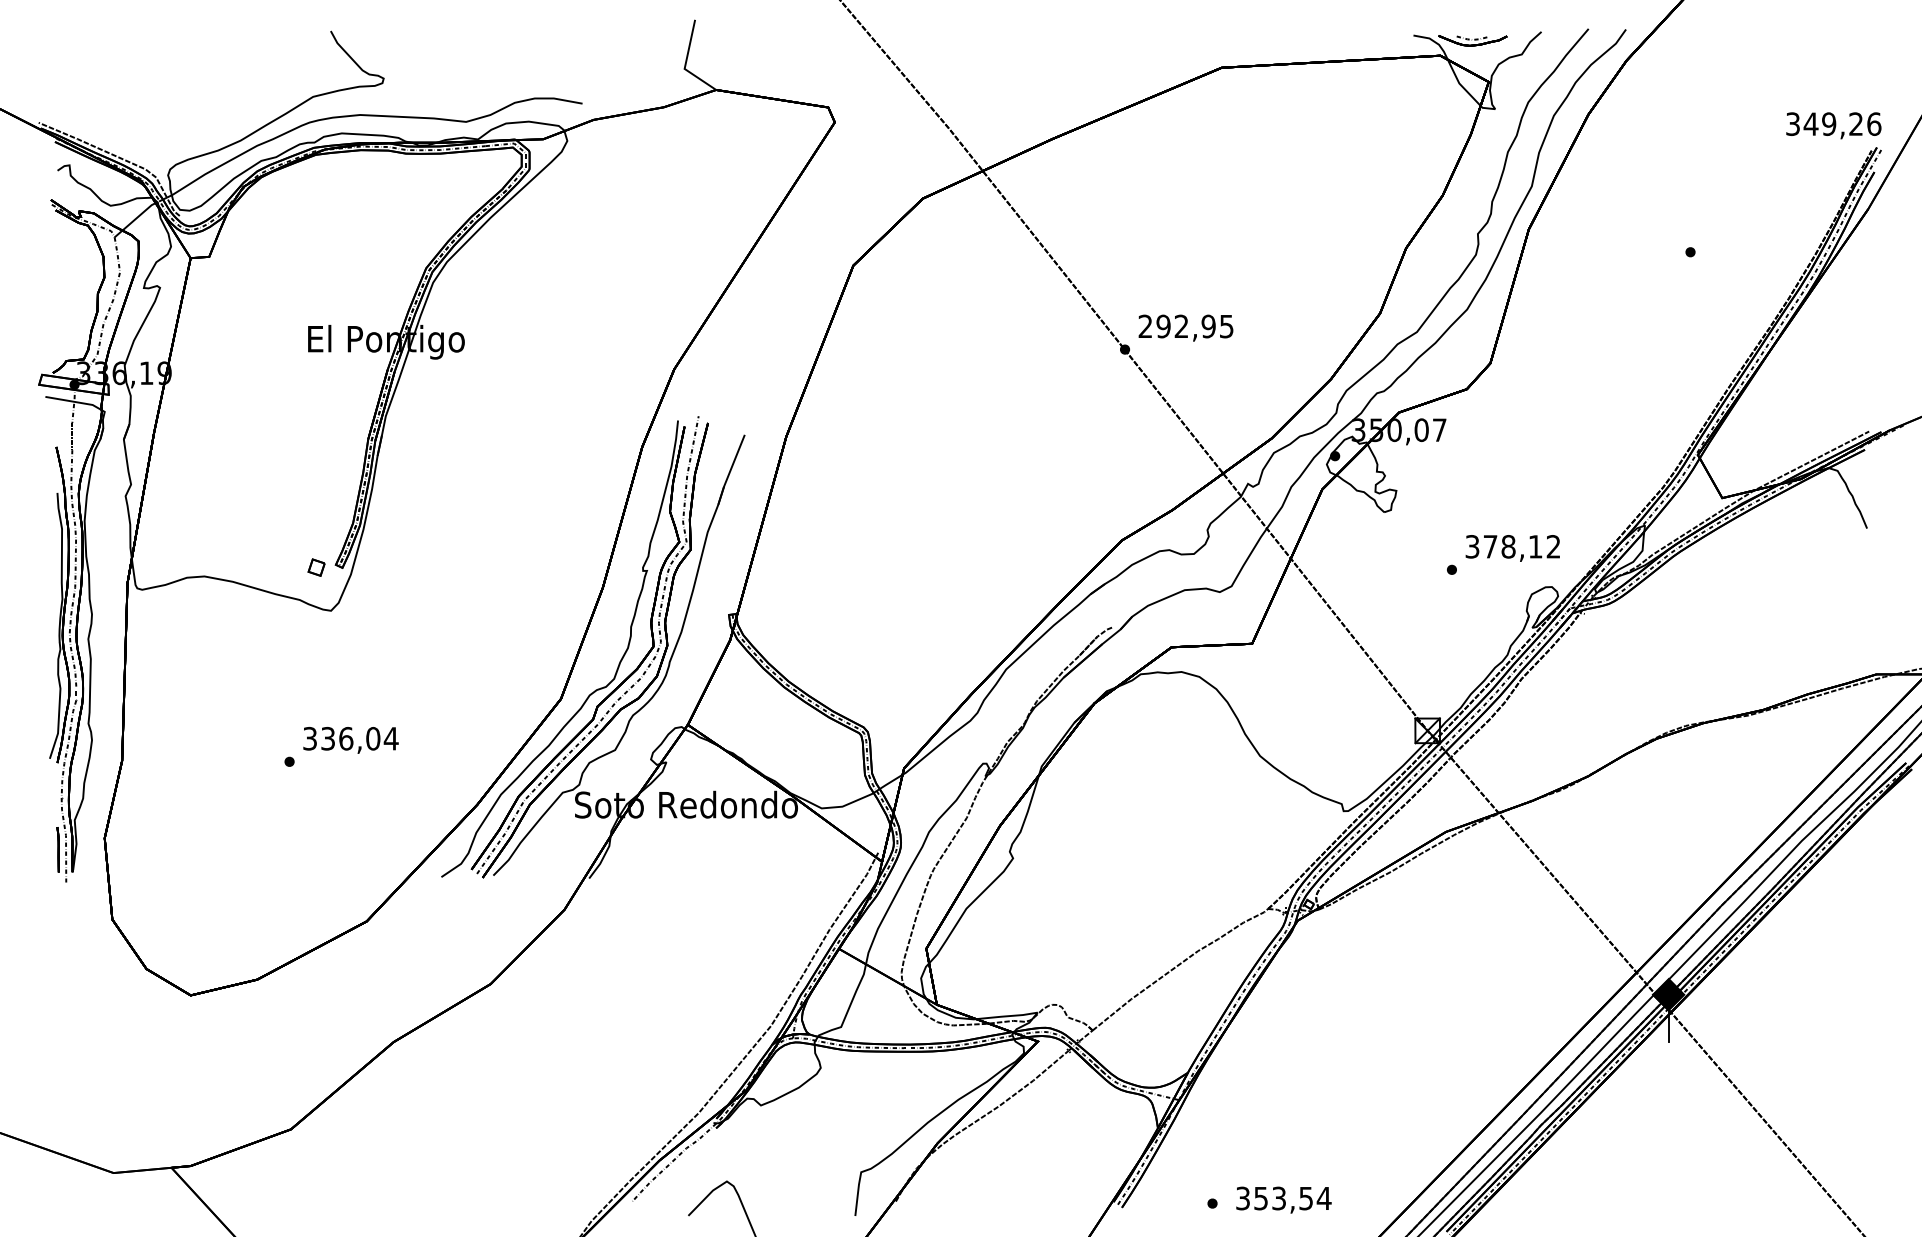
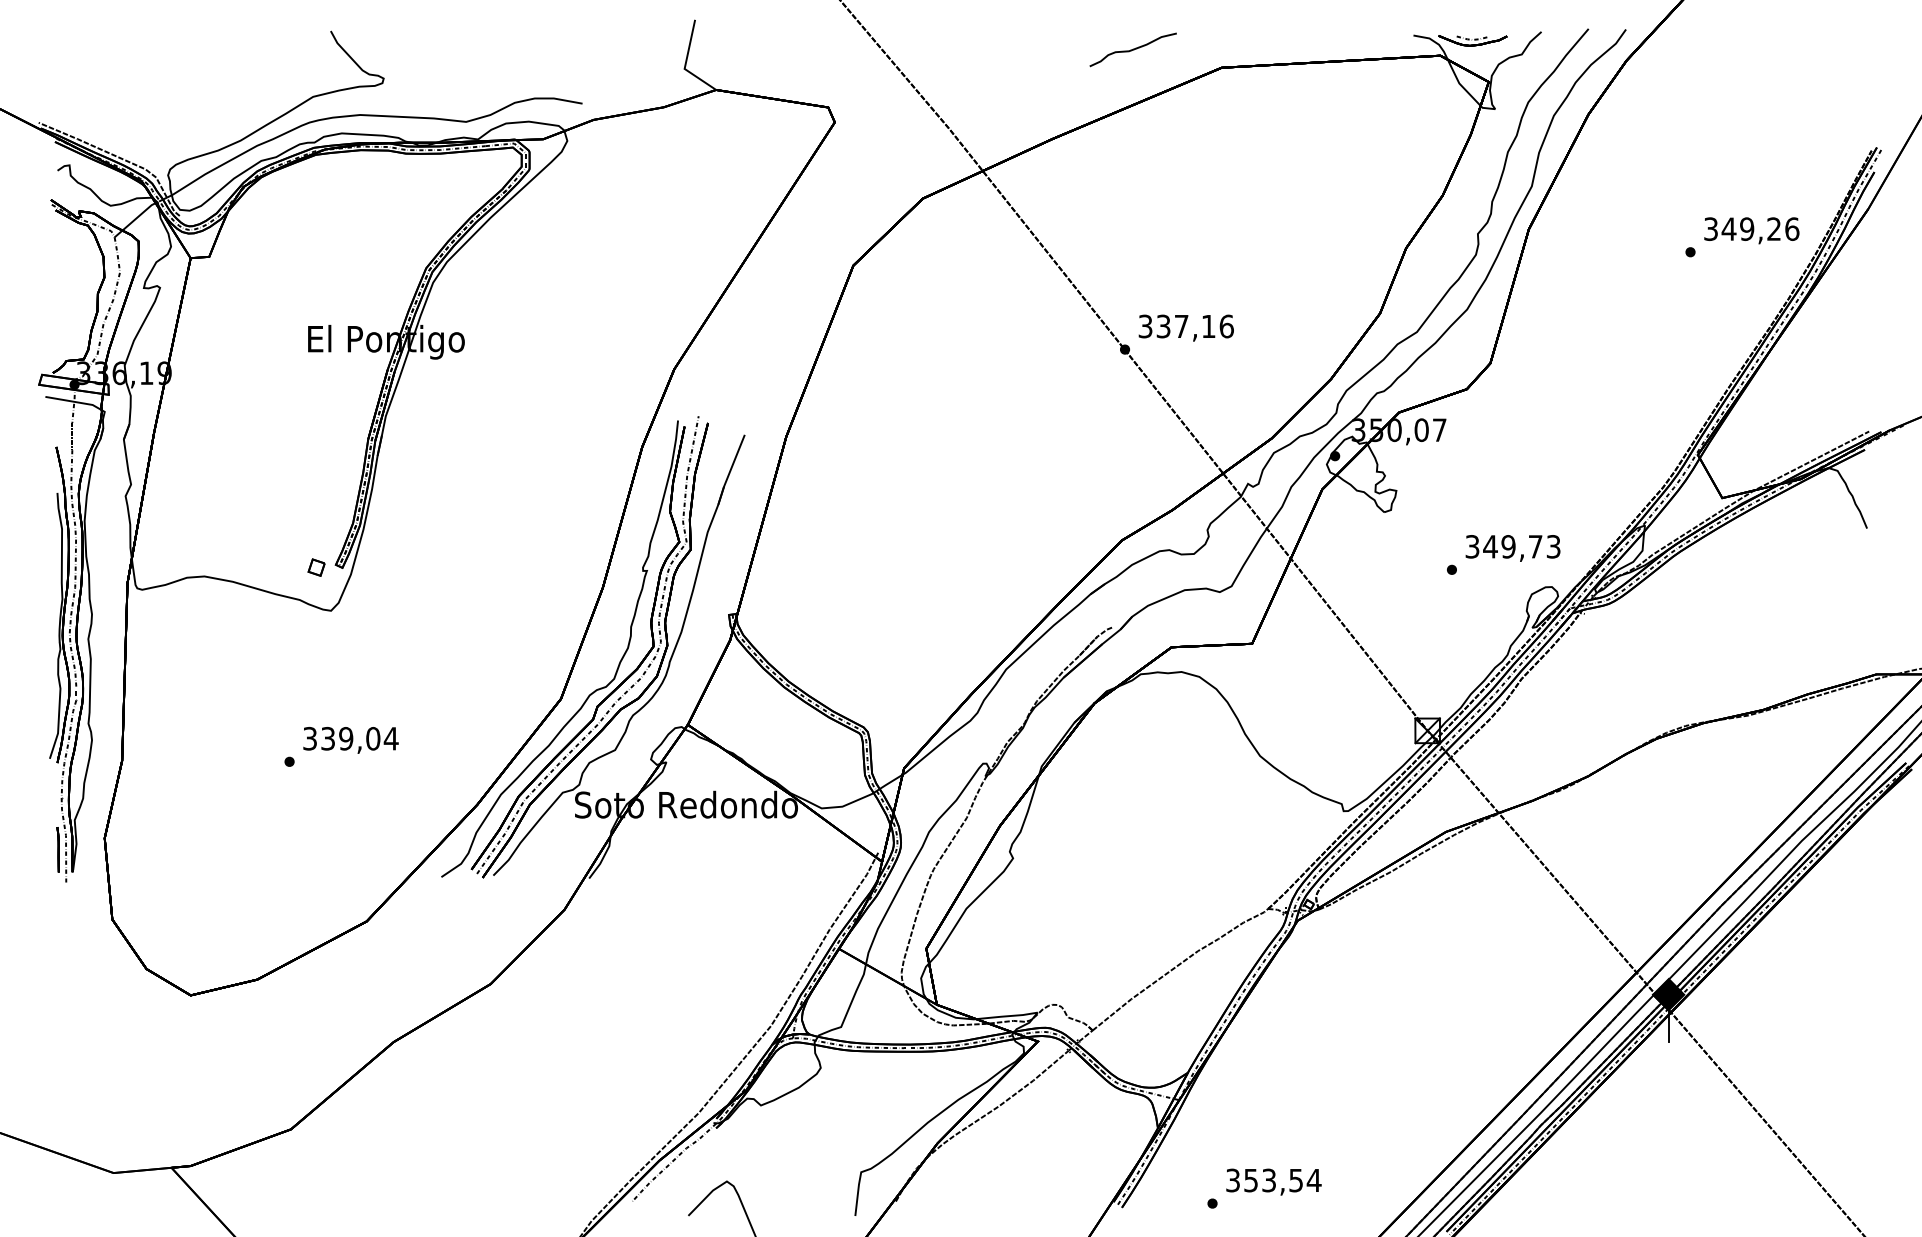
curve at (1132, 49): none -> present
text at (1833, 125) position: (1833, 125) -> (1751, 230)
text at (1185, 326): 292,95 -> 337,16
text at (1521, 546): 378,12 -> 349,73
text at (346, 738): 336,04 -> 339,04
text at (1283, 1199) position: (1283, 1199) -> (1273, 1181)
